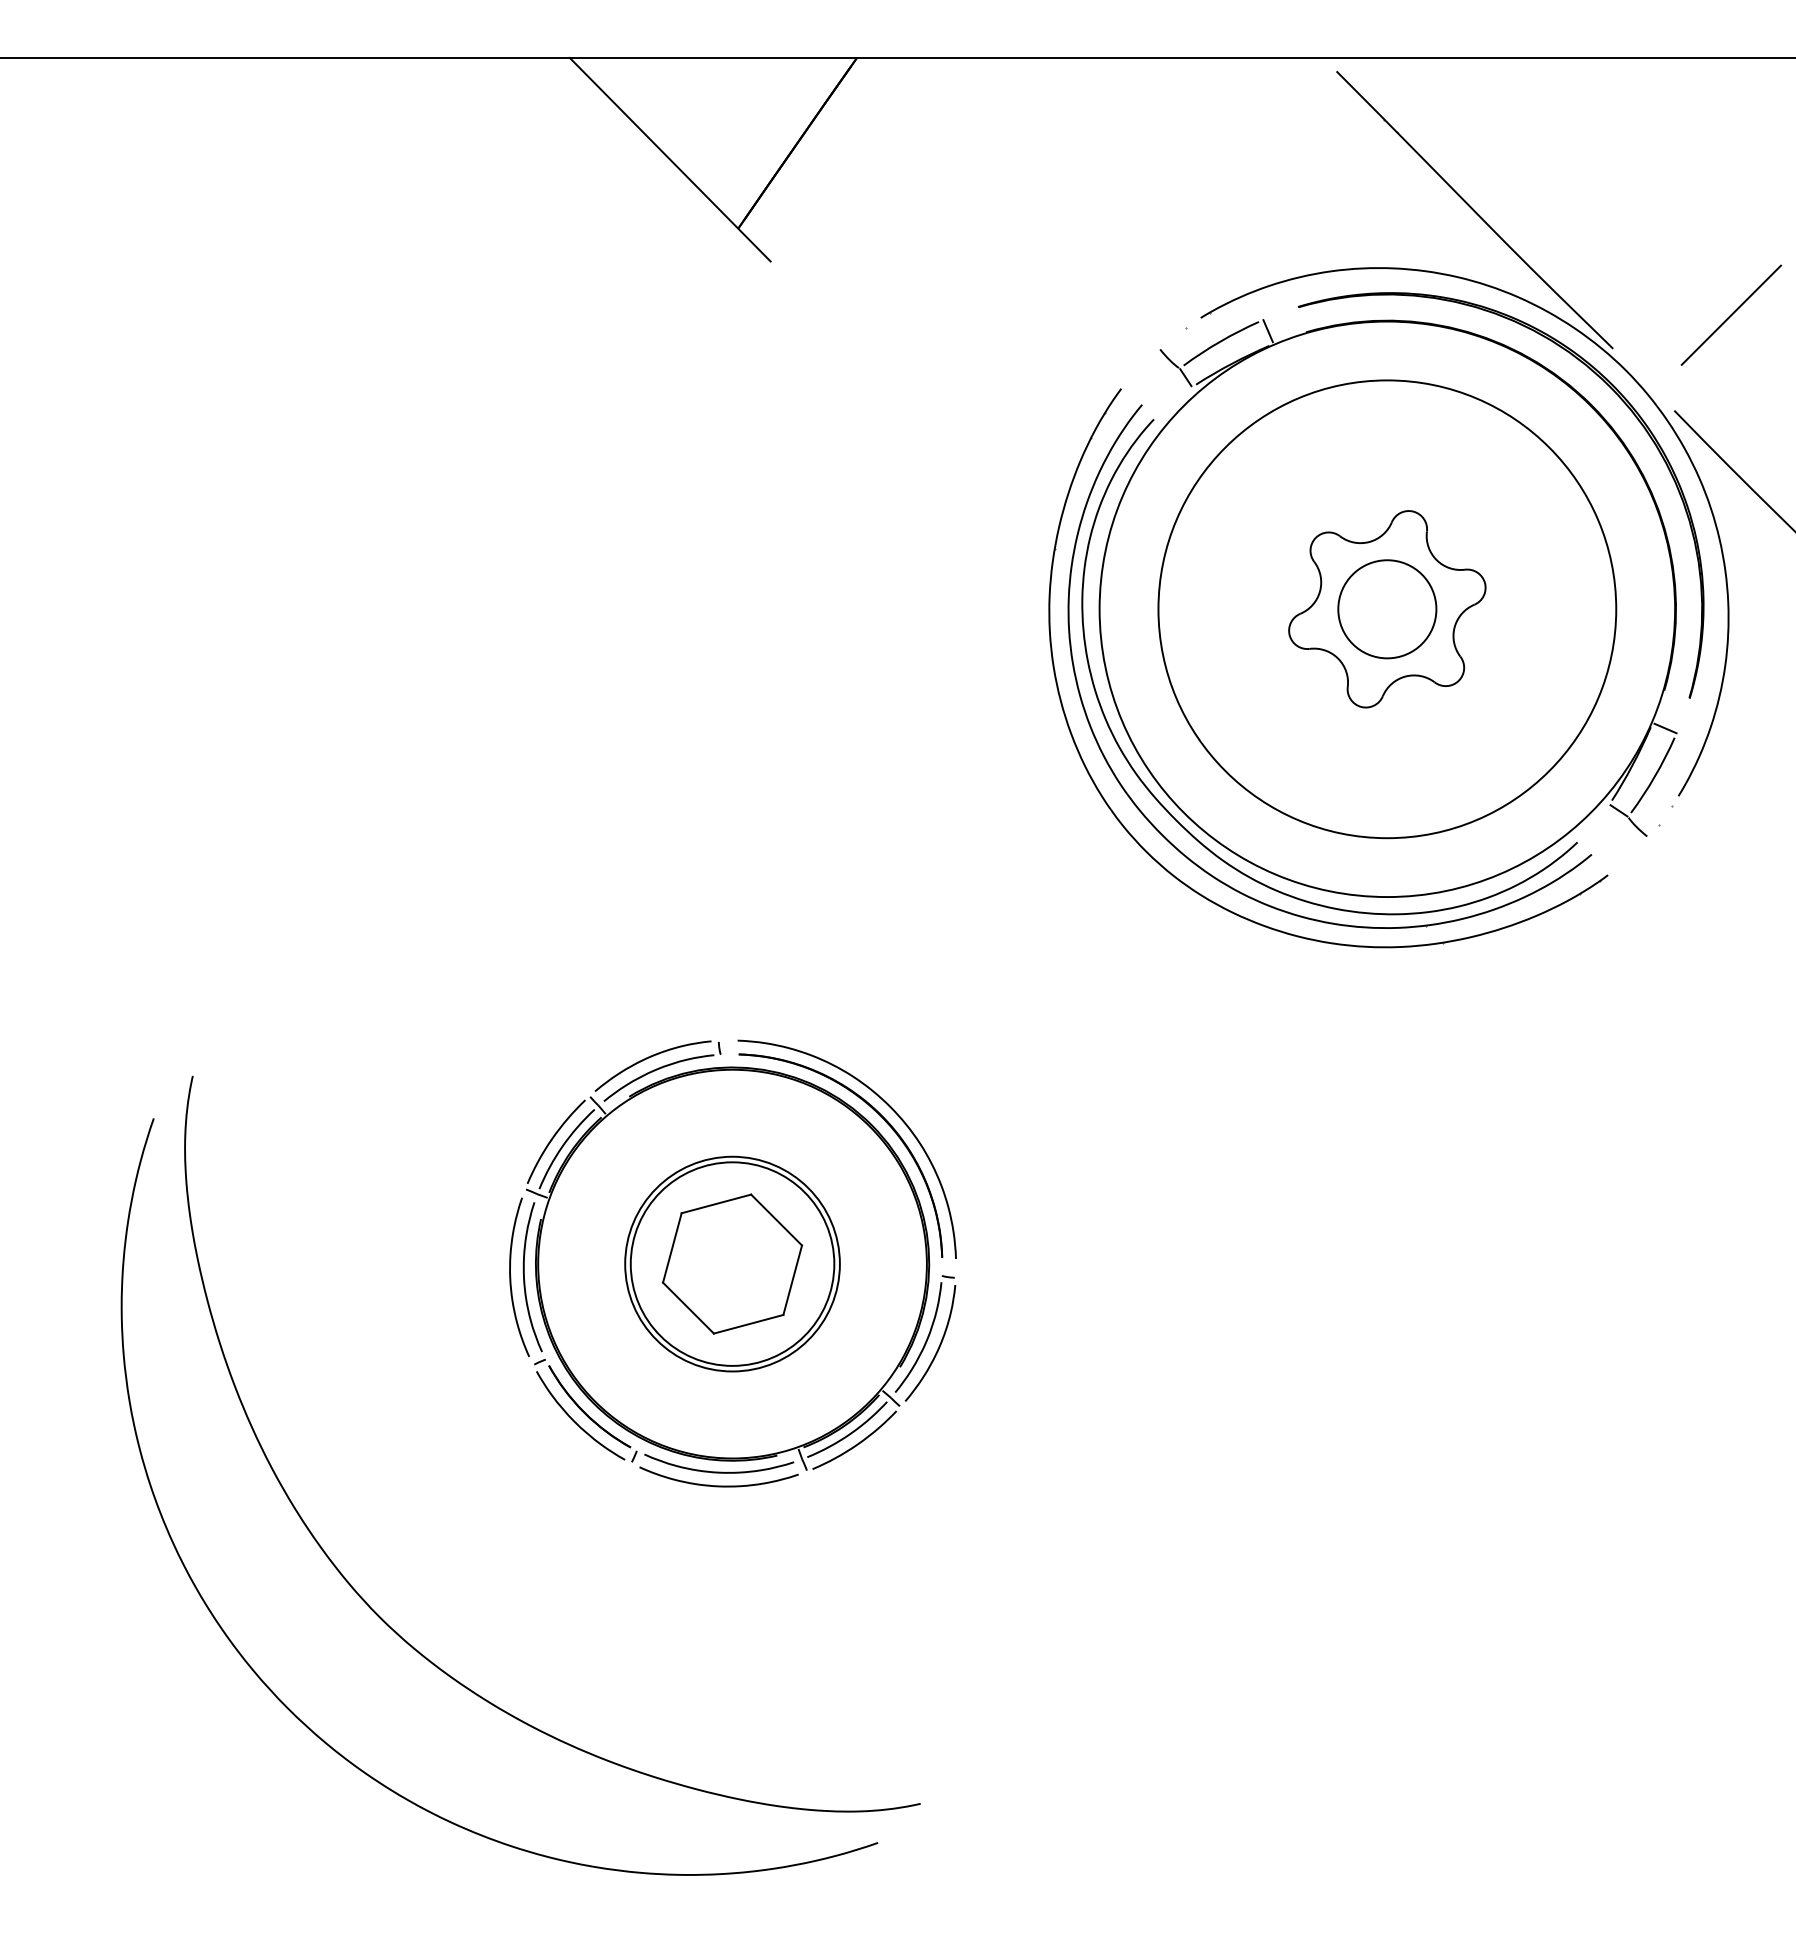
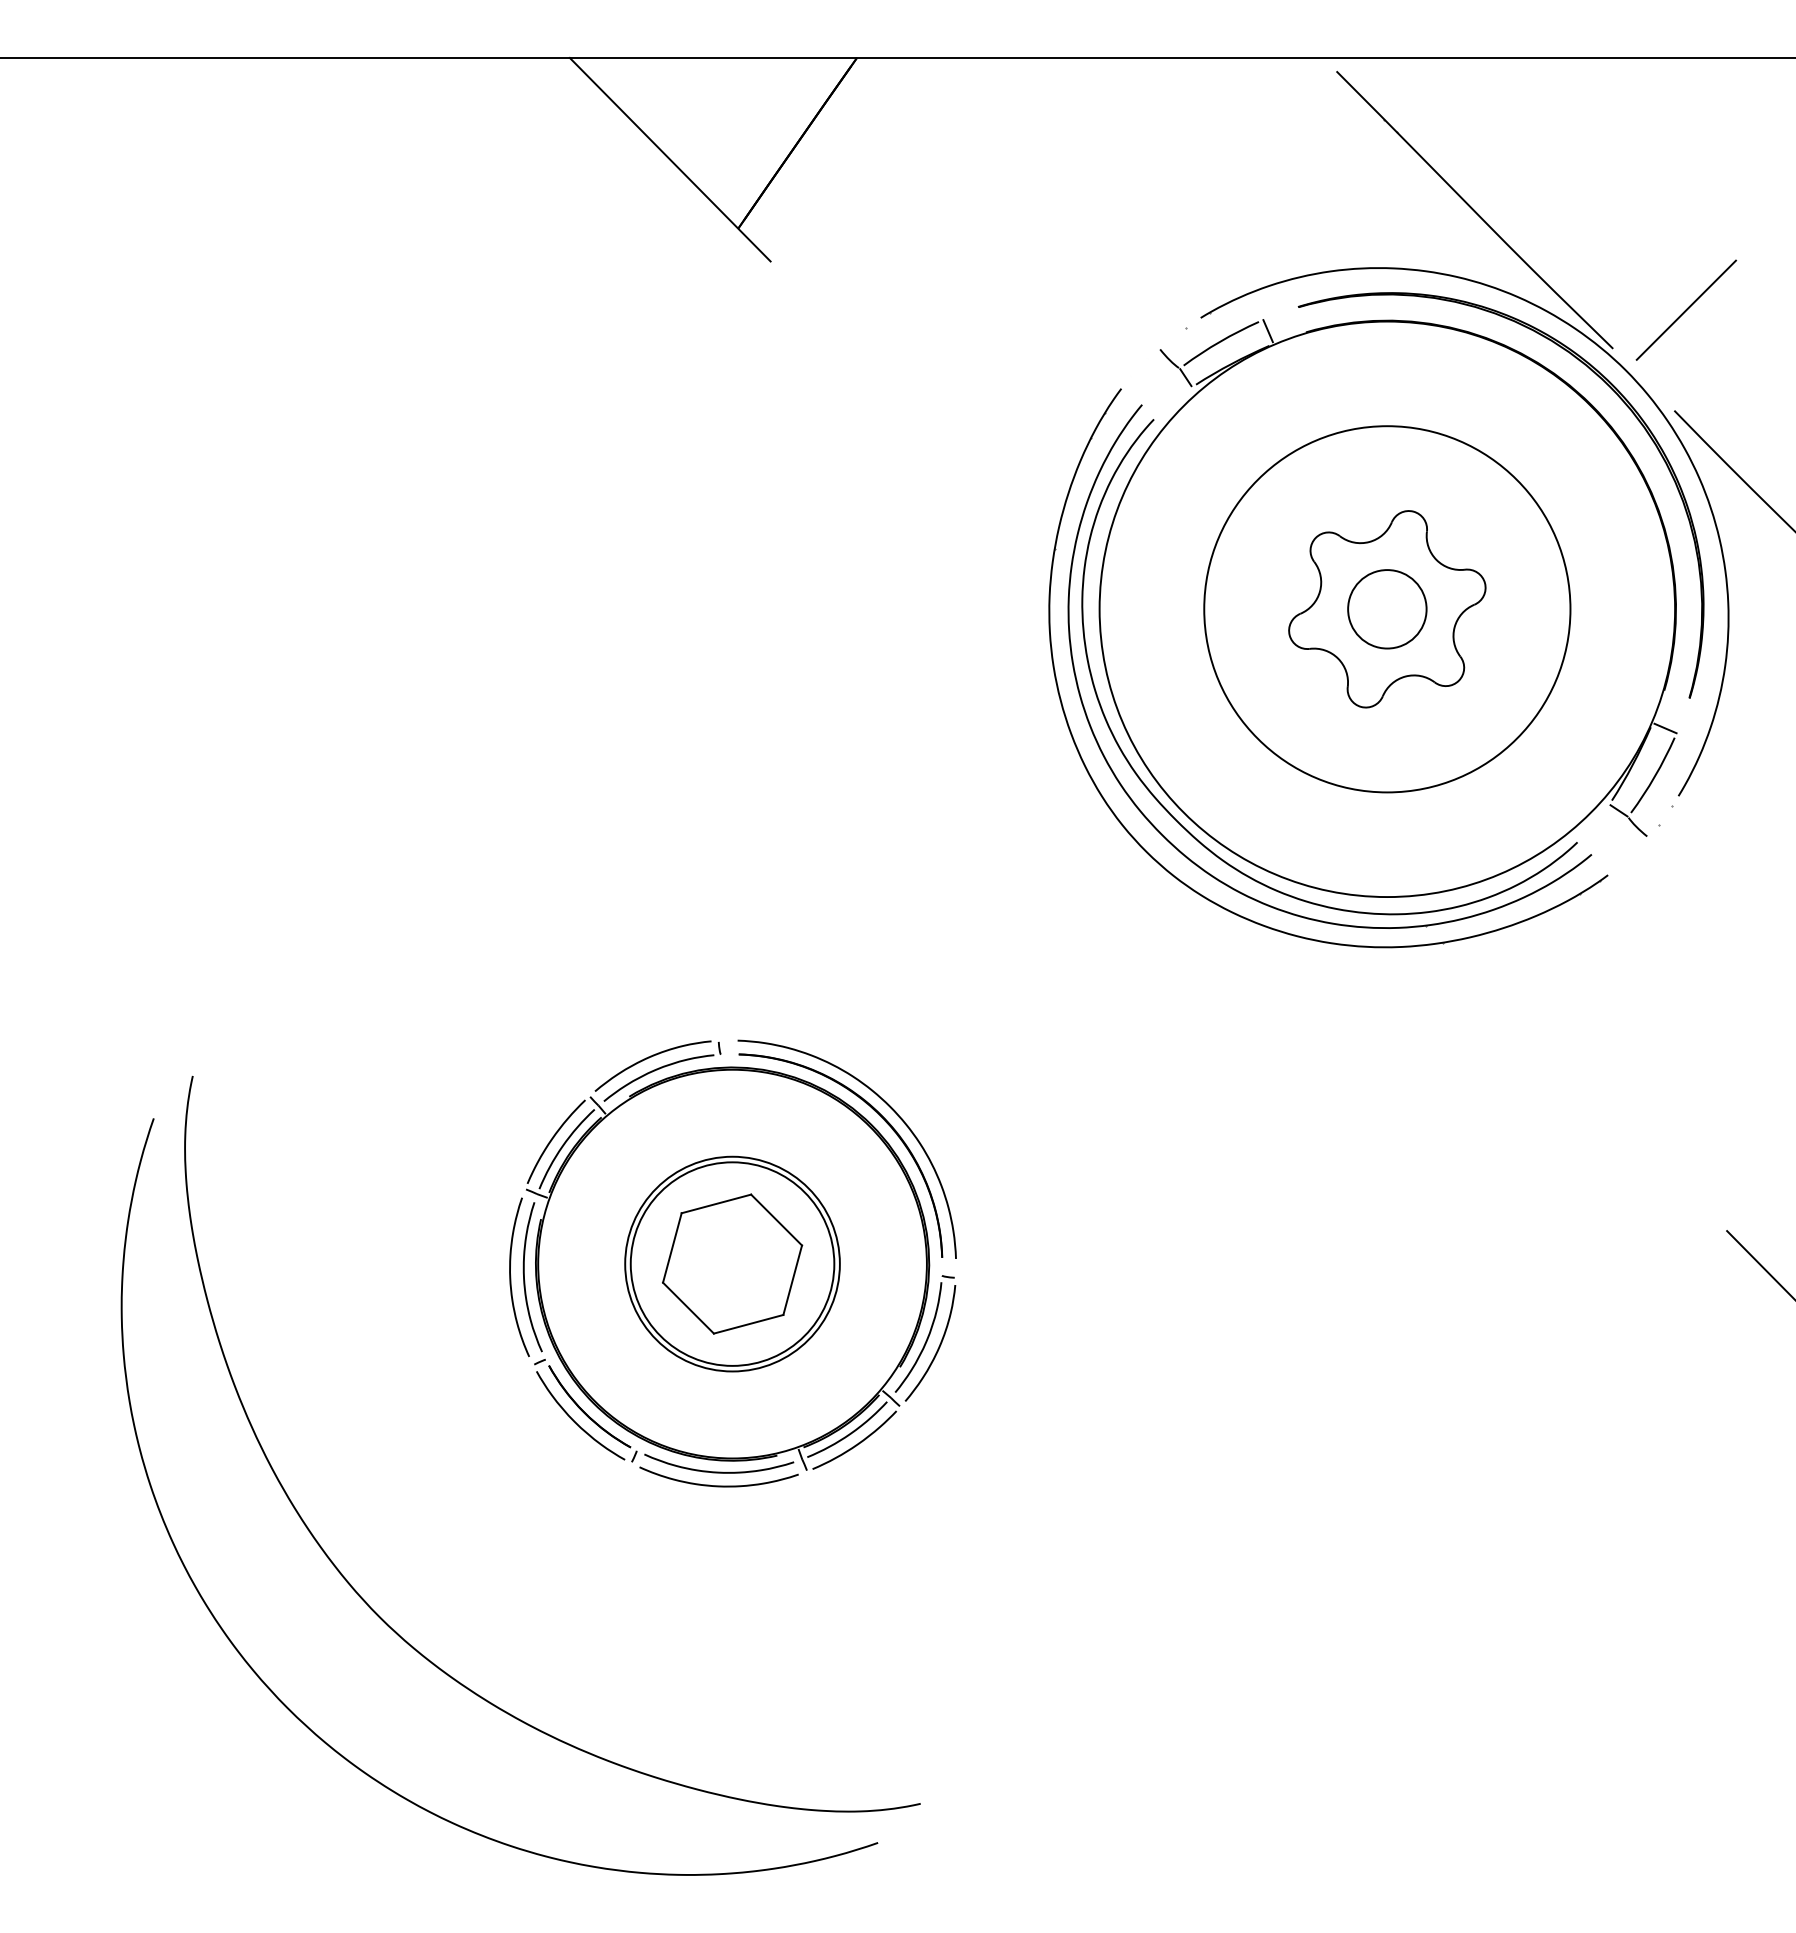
line at (1731, 314) position: (1731, 314) -> (1686, 309)
circle at (1387, 609) diameter: 458 px -> 366 px
circle at (1387, 609) diameter: 98 px -> 78 px
line at (1759, 1264): none -> present
